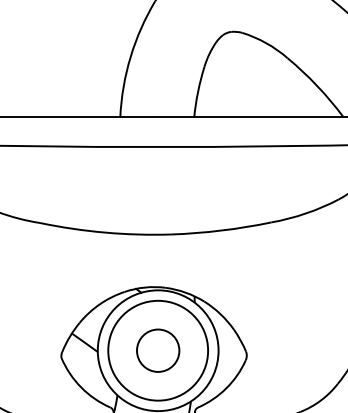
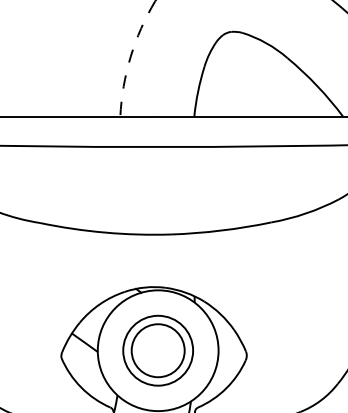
arc at (130, 56): solid -> dashed
circle at (158, 350) diameter: 100 px -> 70 px
circle at (158, 350) diameter: 42 px -> 53 px
